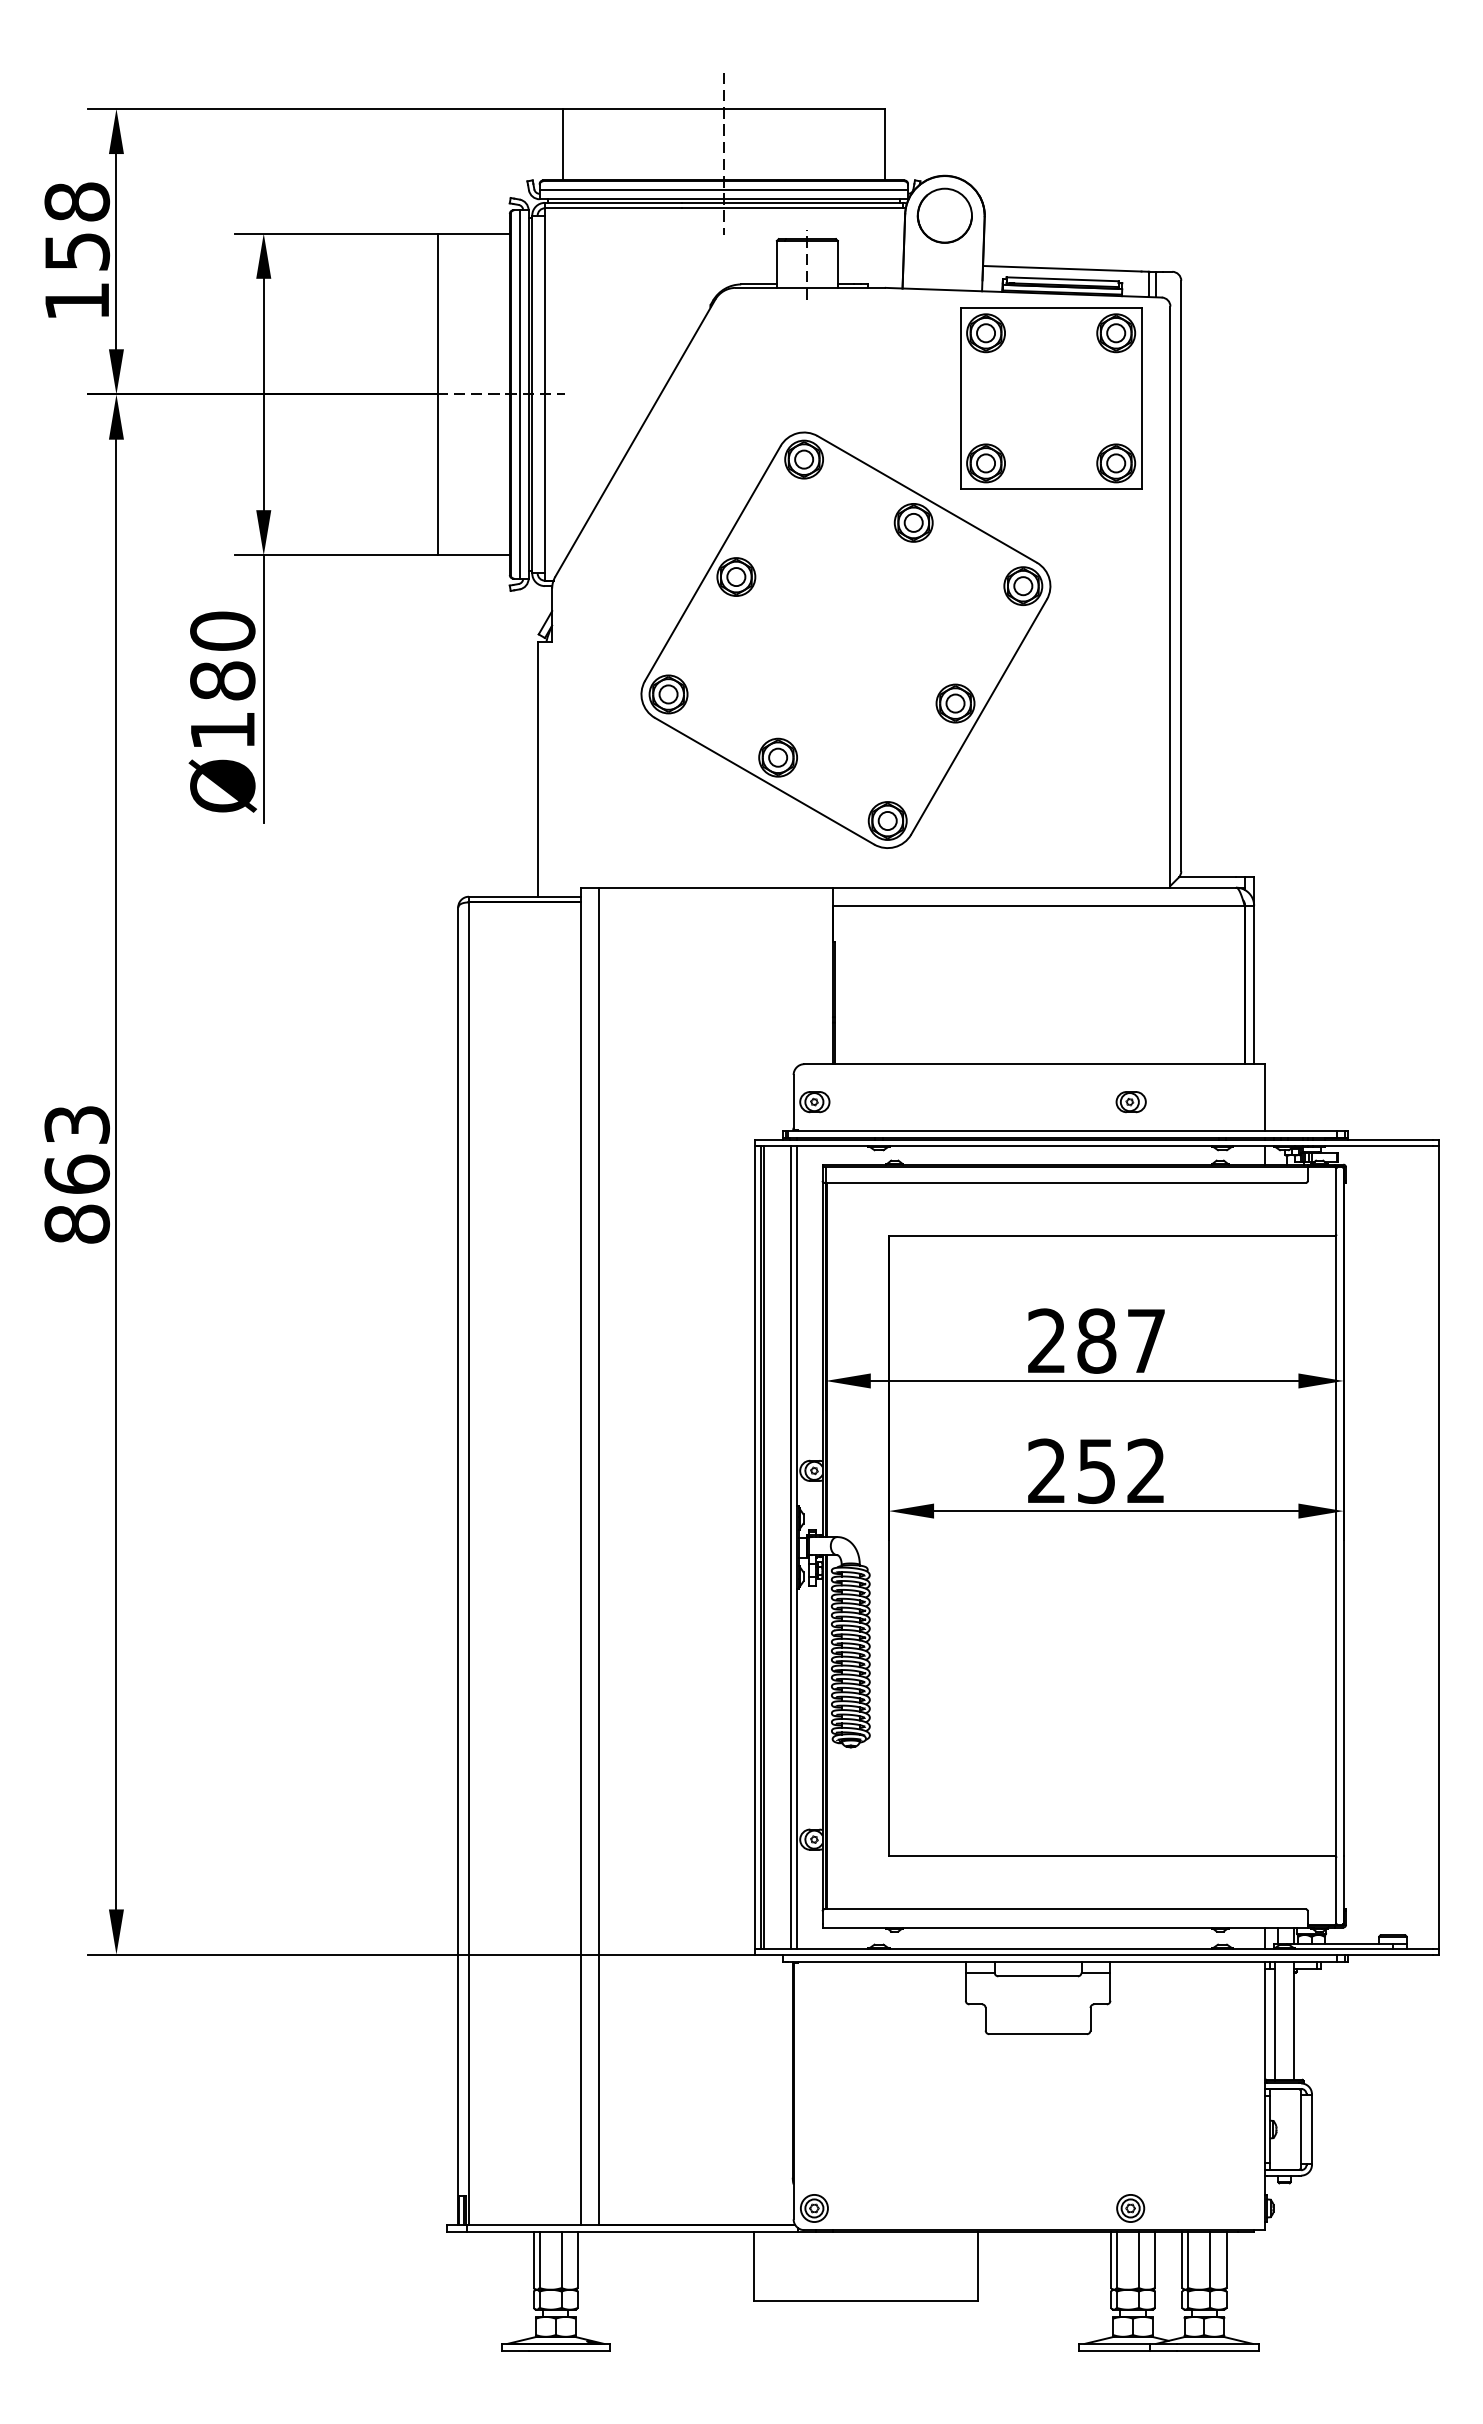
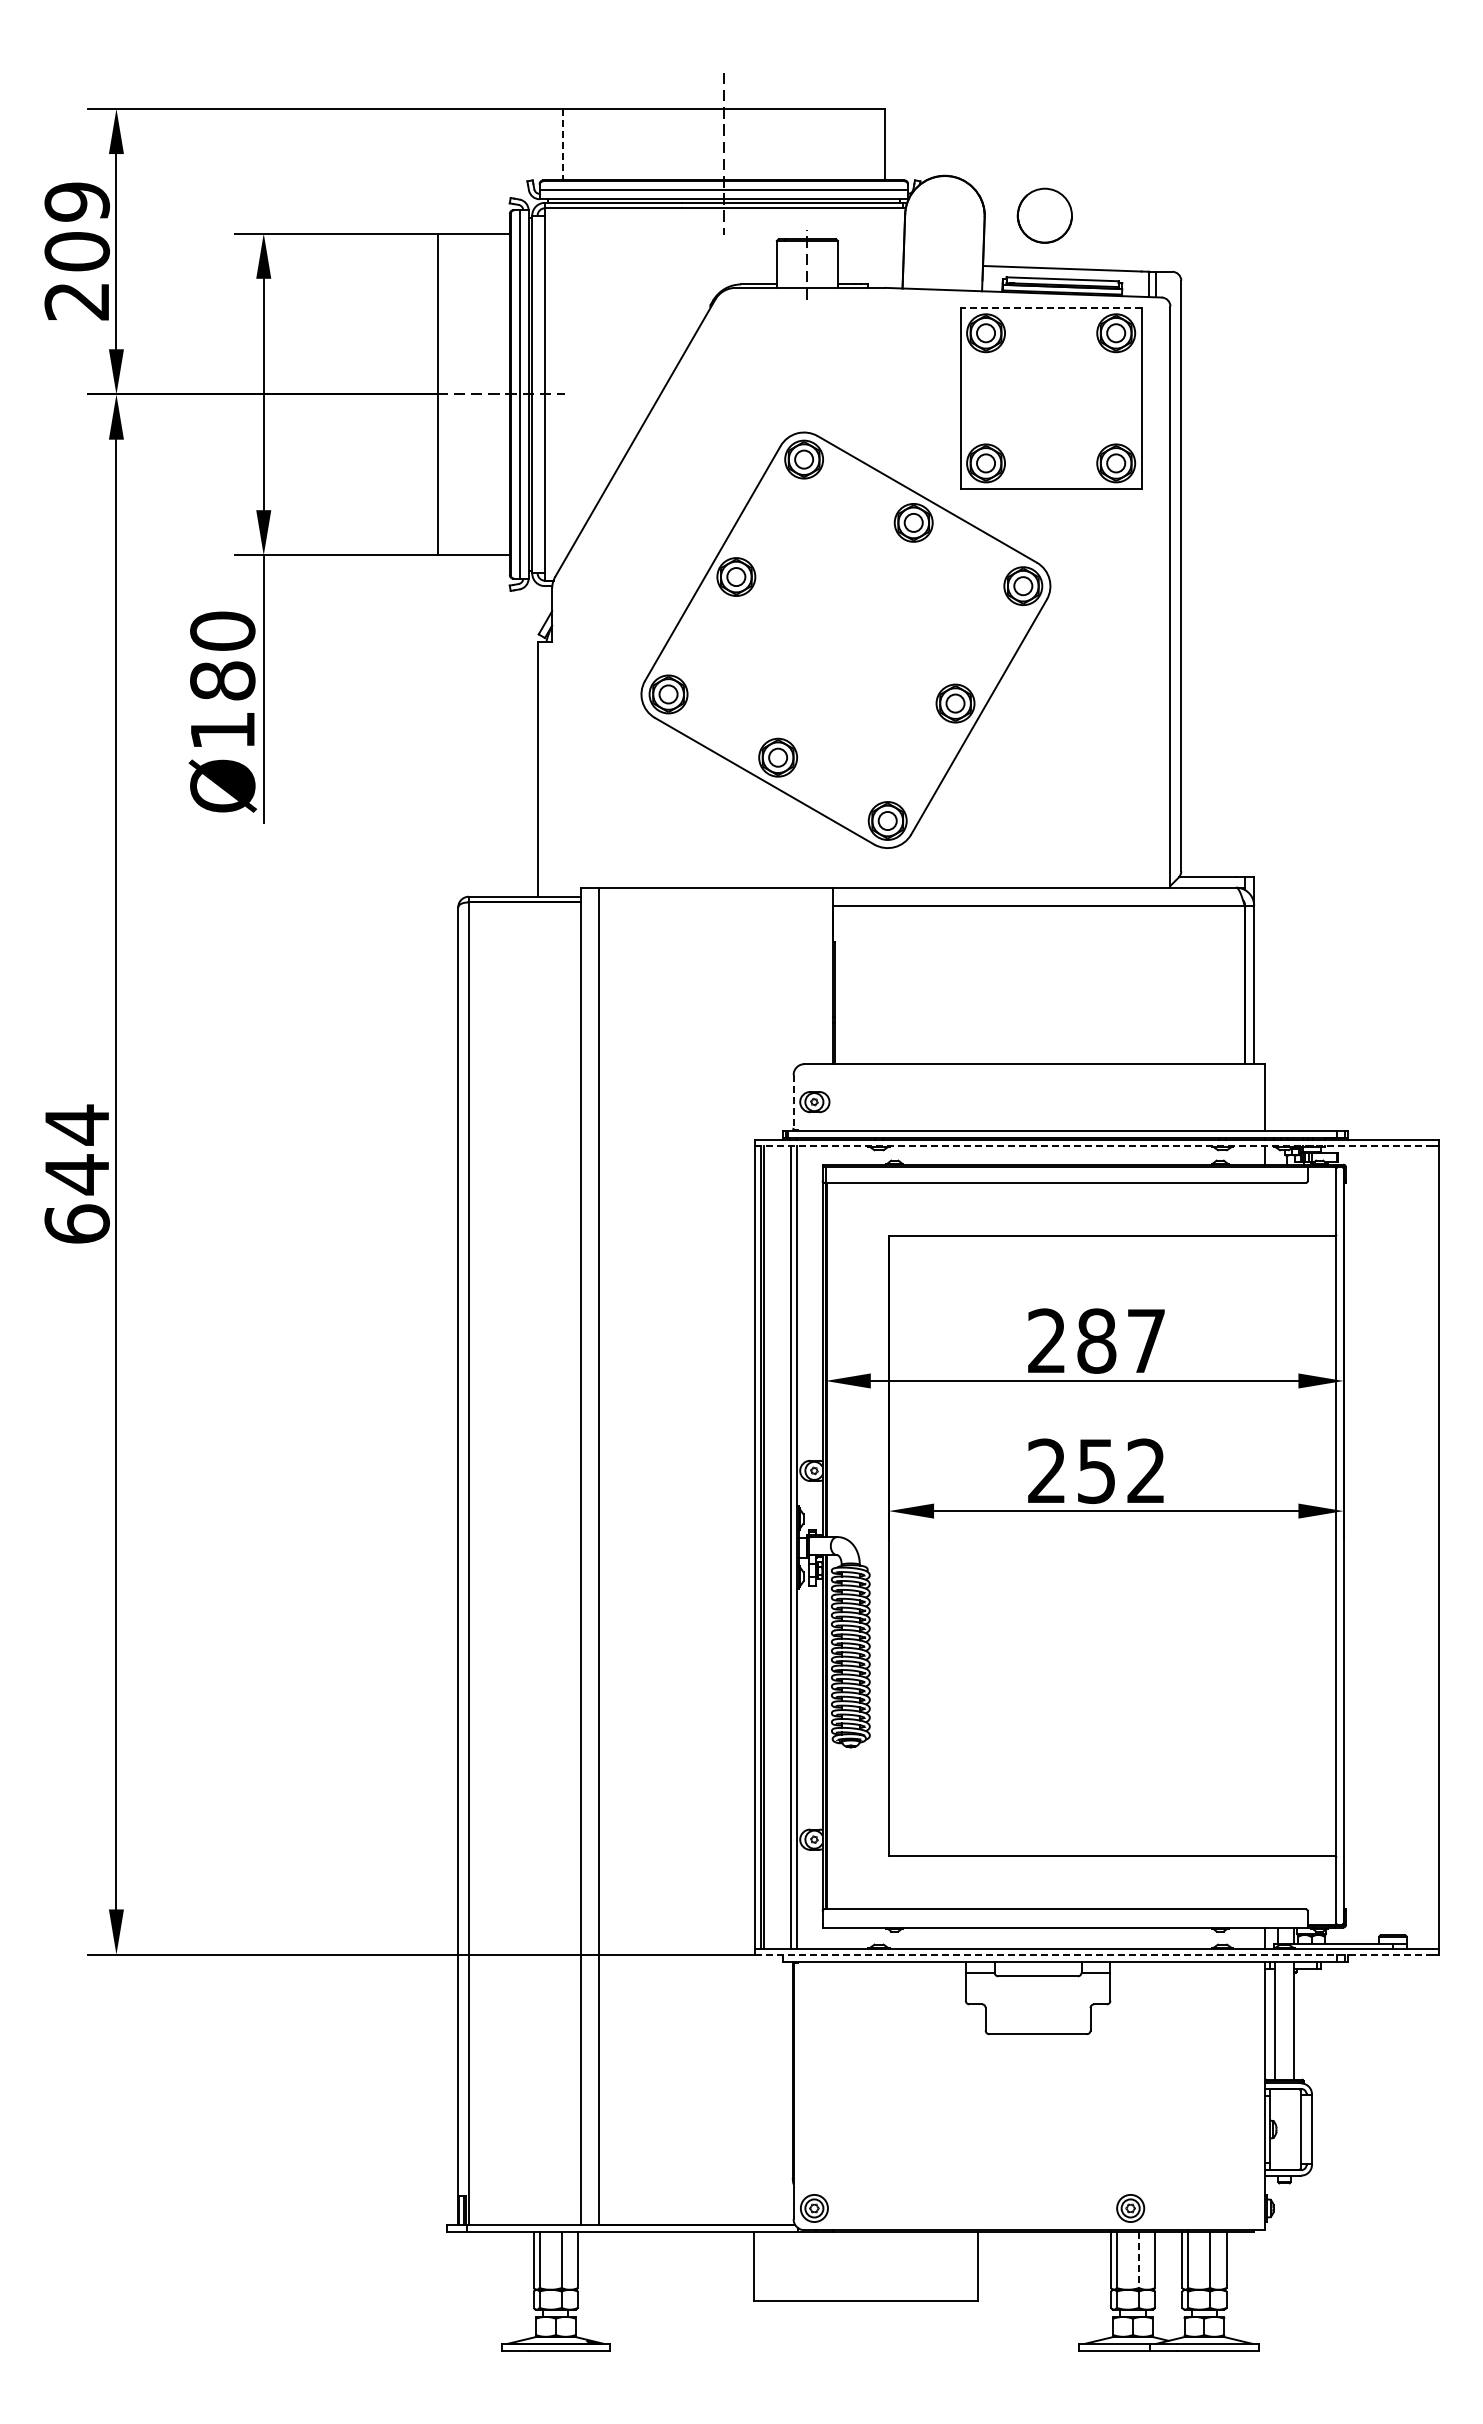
line at (562, 144): solid -> dashed
circle at (944, 215) position: (944, 215) -> (1044, 215)
text at (77, 251): 158 -> 209
line at (1050, 307): solid -> dashed
line at (793, 1102): solid -> dashed
part at (1130, 1102): present -> none
line at (1094, 1145): solid -> dashed
text at (76, 1173): 863 -> 644
line at (1094, 1954): solid -> dashed
line at (1138, 2260): solid -> dashed
